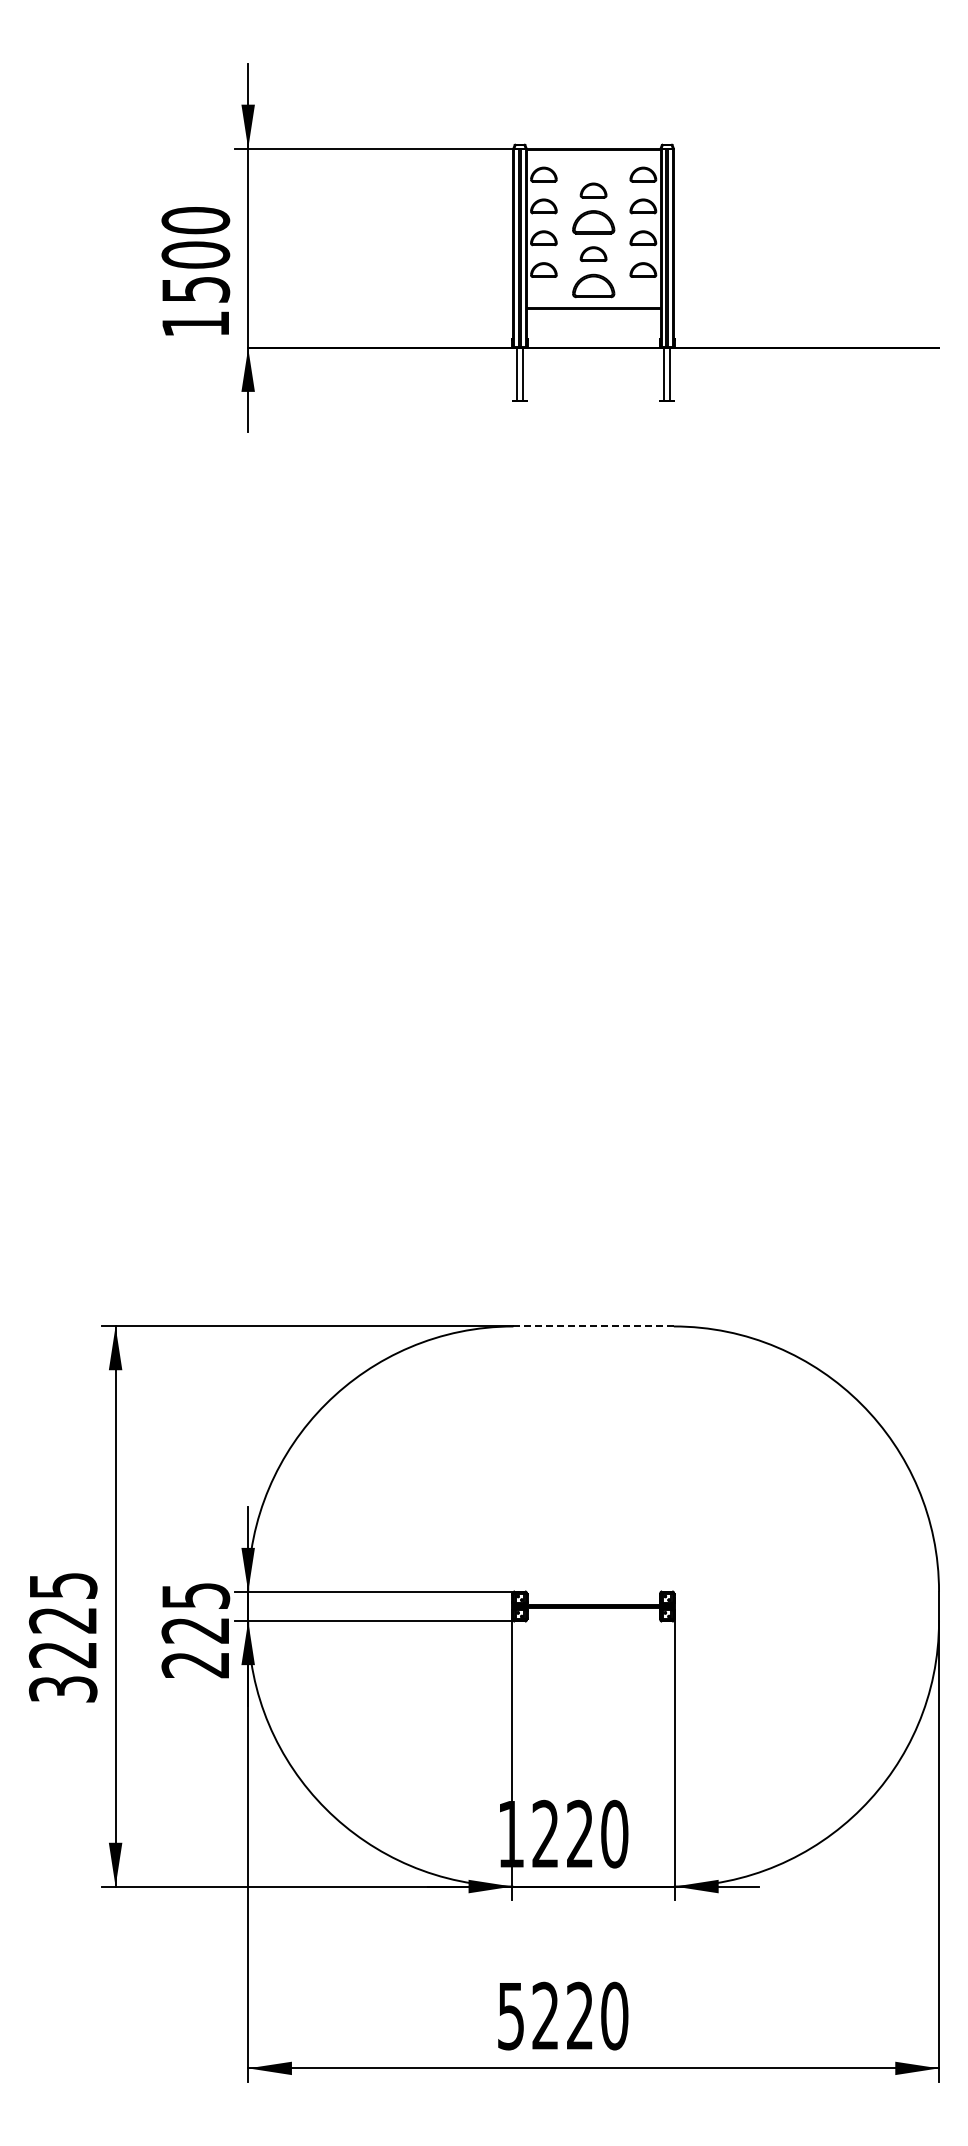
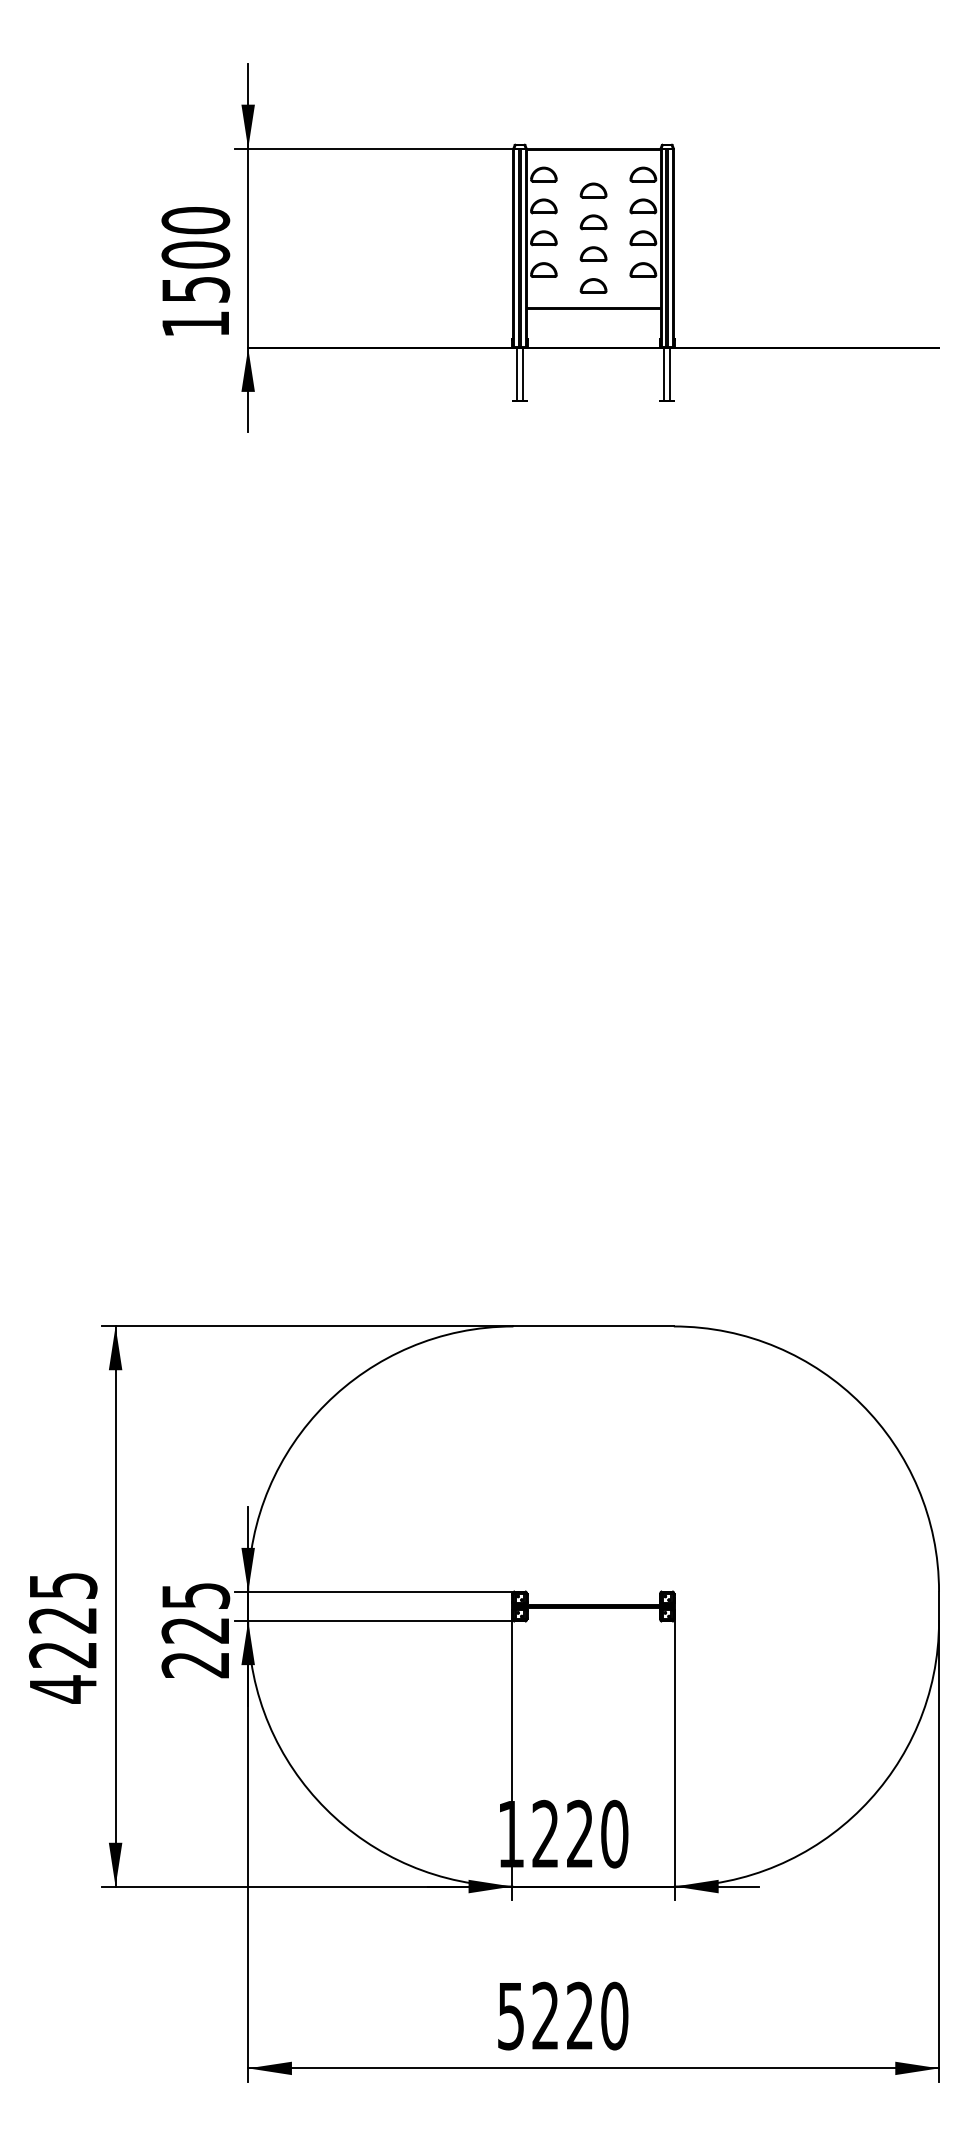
part at (593, 222) size: 44x25 px -> 29x17 px
part at (593, 285) size: 44x26 px -> 29x16 px
line at (593, 1326): dashed -> solid
text at (62, 1689): 3225 -> 4225
